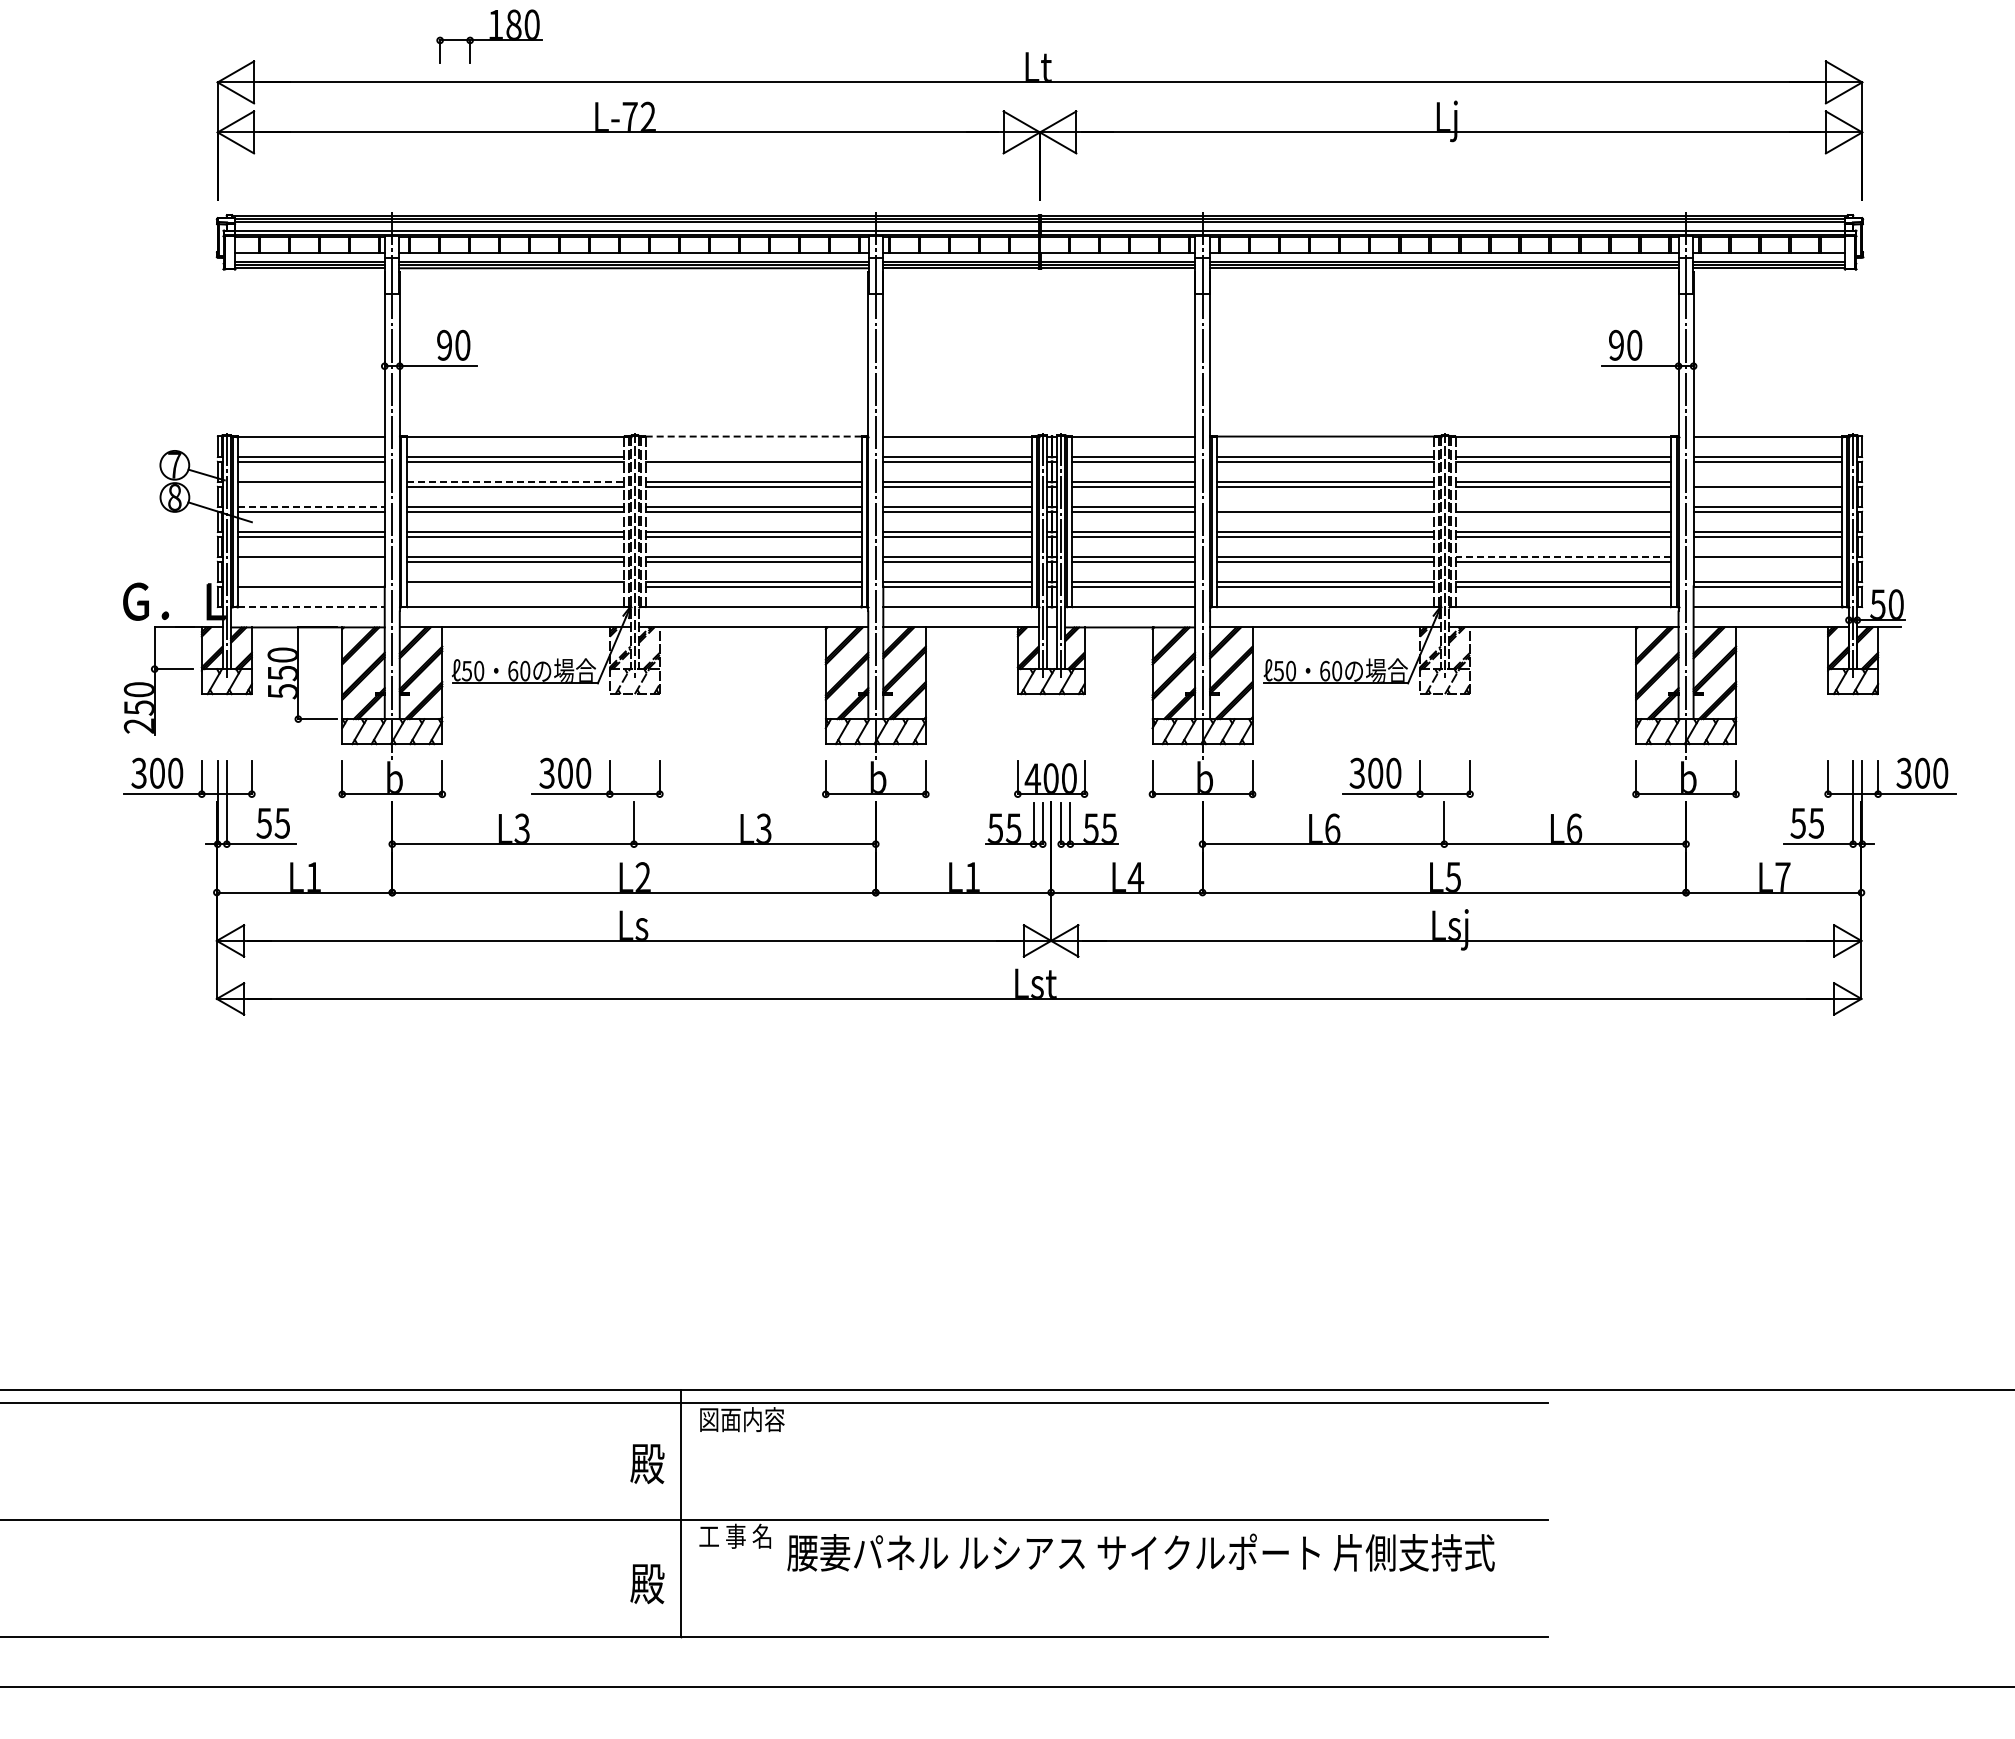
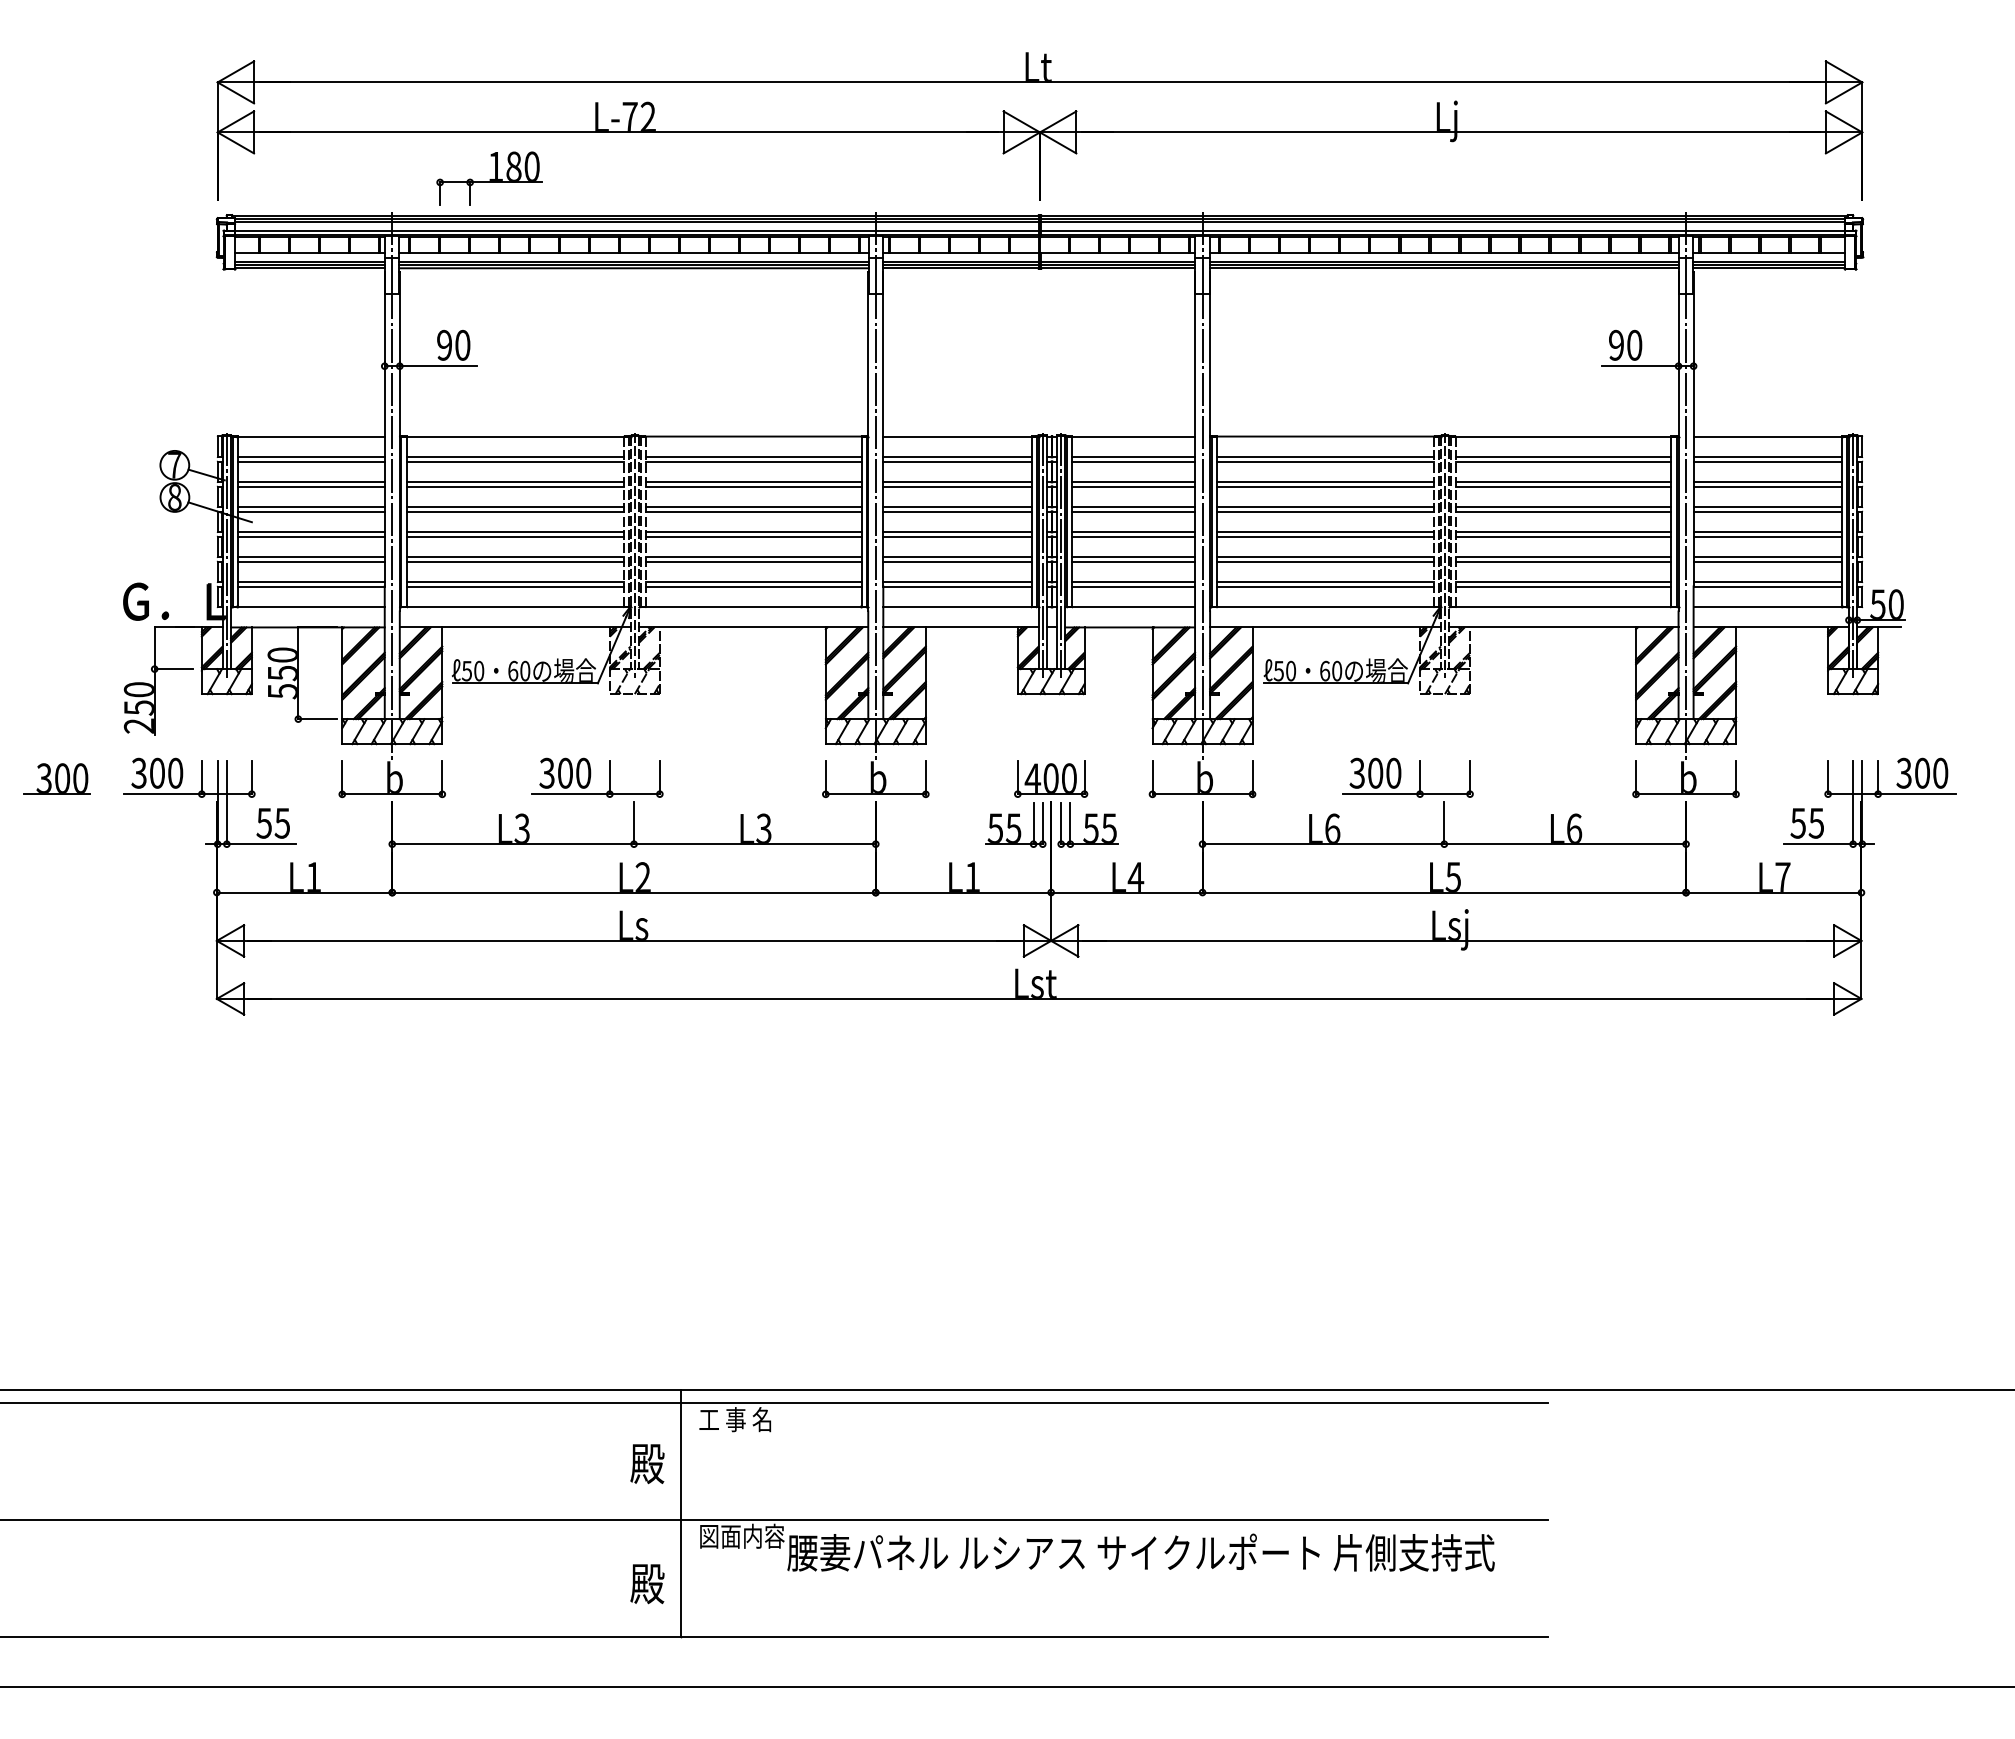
part at (489, 36) position: (489, 36) -> (489, 178)
line at (753, 436): dashed -> solid
line at (753, 457): none -> present
line at (516, 482): dashed -> solid
line at (1767, 482): none -> present
line at (310, 486): none -> present
line at (311, 507): dashed -> solid
line at (1325, 507): none -> present
line at (1563, 507): none -> present
line at (1563, 557): dashed -> solid
line at (310, 561): none -> present
line at (1767, 561): none -> present
line at (310, 582): none -> present
line at (515, 586): none -> present
line at (311, 607): dashed -> solid
part at (56, 778): none -> present
text at (741, 1419): 図面内容 -> 工 事 名
text at (741, 1535): 工 事 名 -> 図面内容
